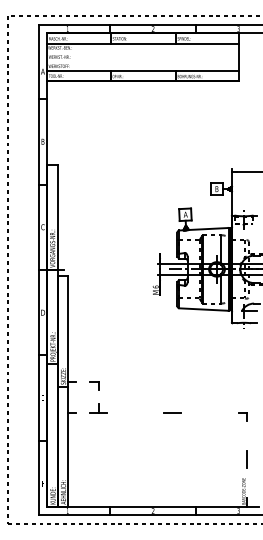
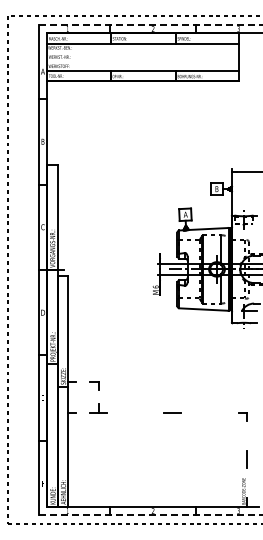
line at (150, 24): solid -> dashed
line at (150, 515): solid -> dashed
